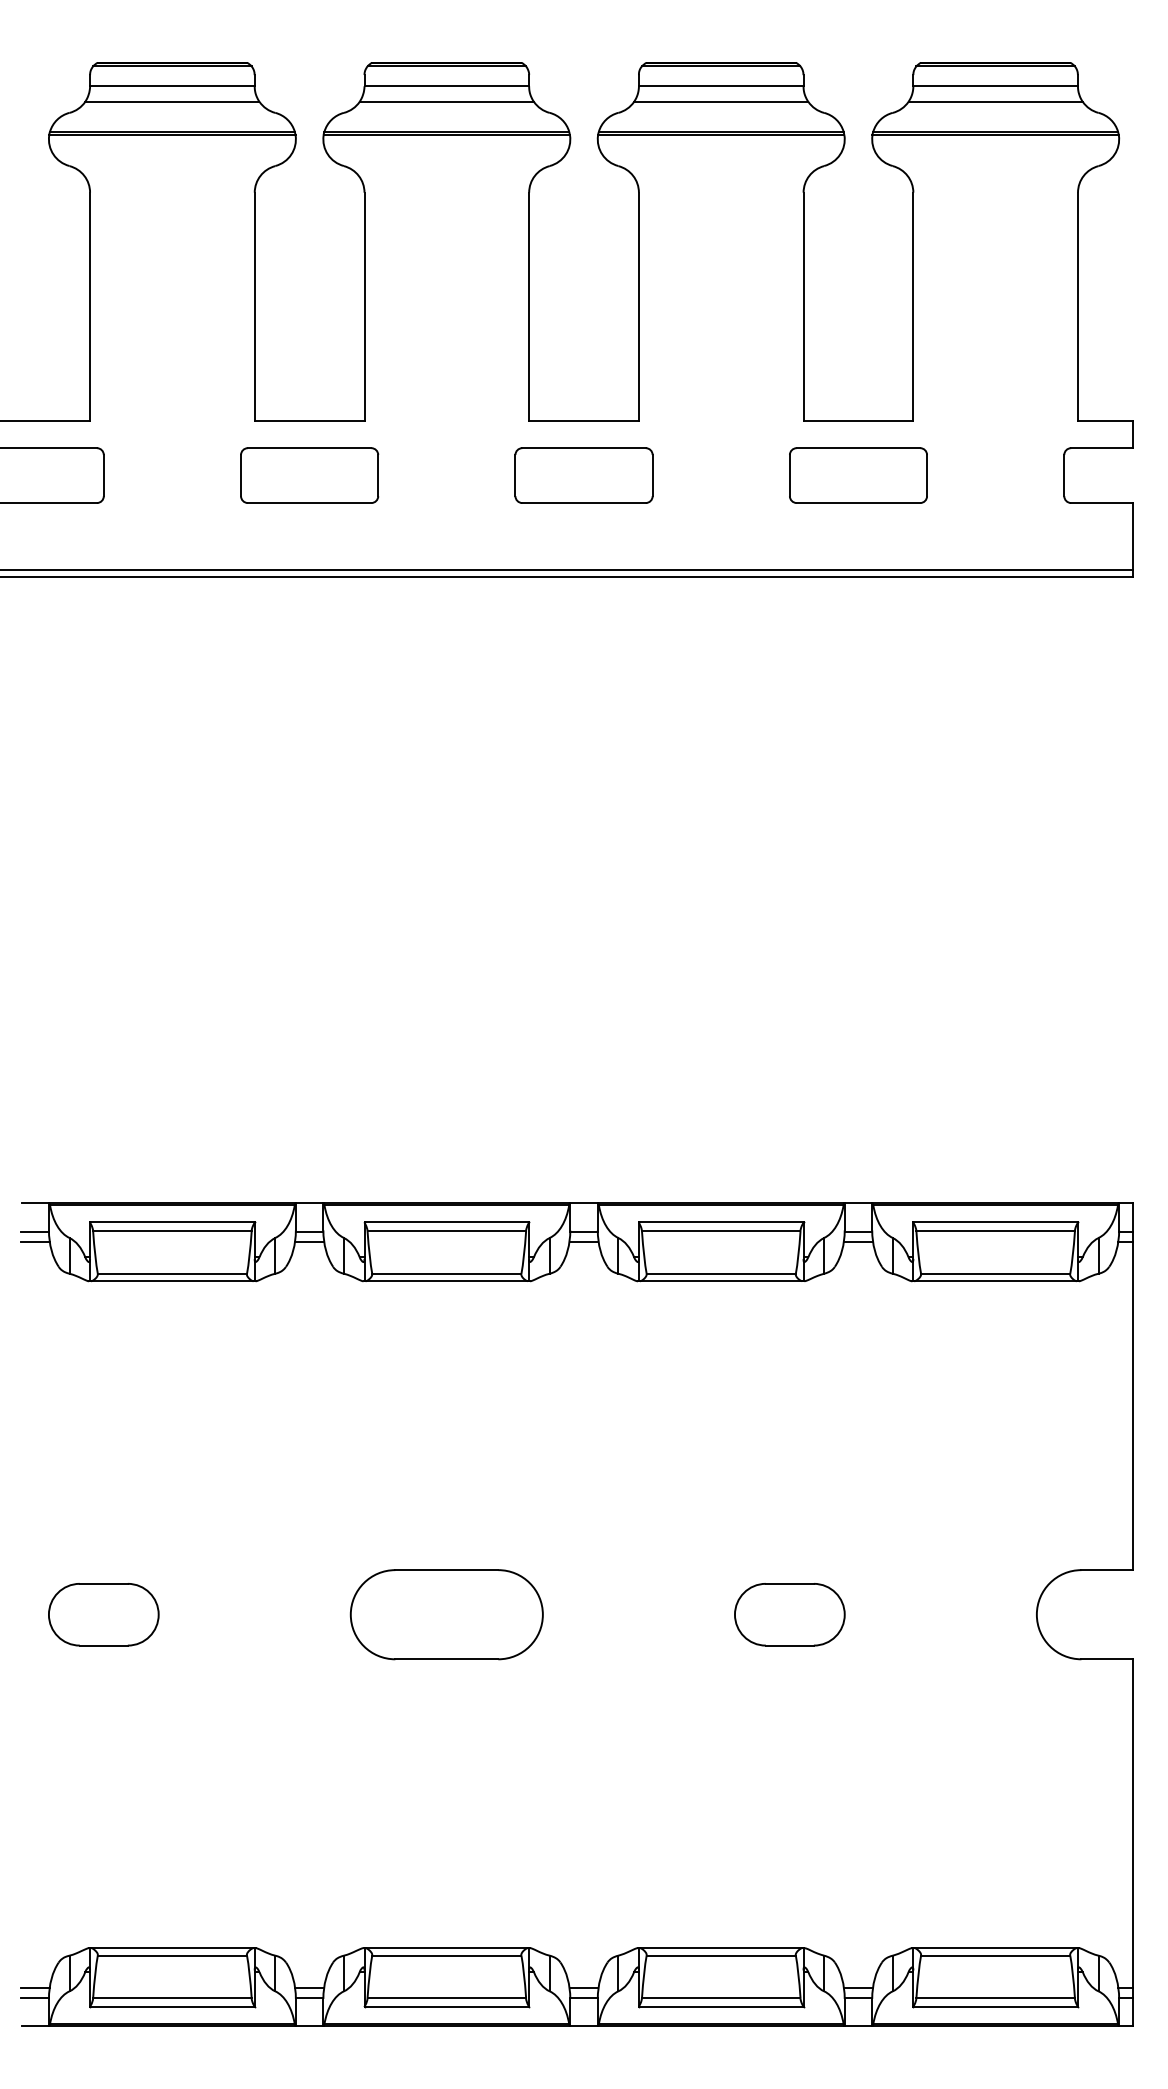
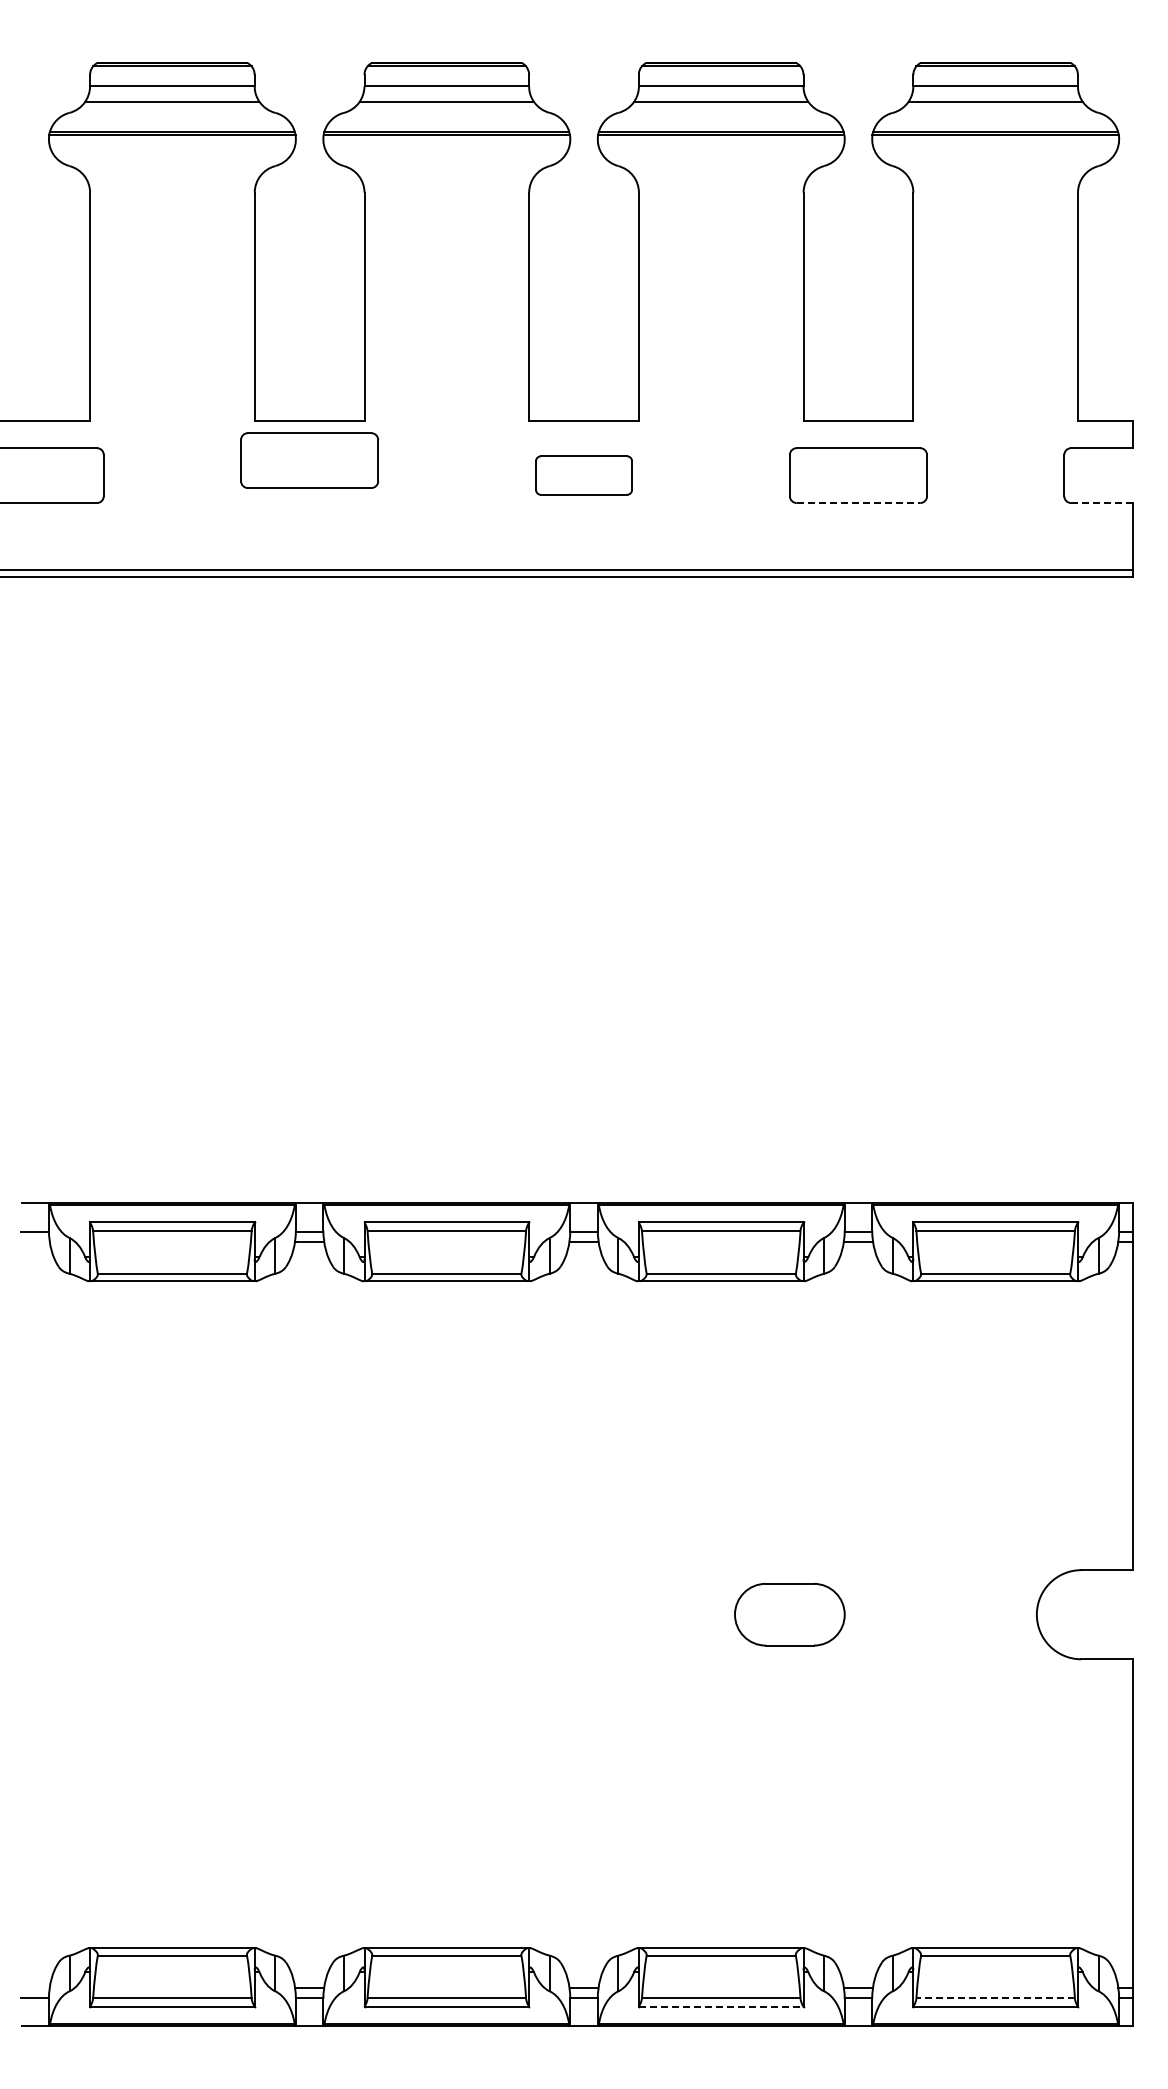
part at (309, 475) position: (309, 475) -> (309, 460)
part at (583, 475) size: 140x57 px -> 98x41 px
line at (858, 503): solid -> dashed
line at (1102, 503): solid -> dashed
line at (34, 1241): present -> none
part at (103, 1614): present -> none
part at (446, 1614): present -> none
line at (34, 1987): present -> none
line at (995, 1998): solid -> dashed
line at (721, 2007): solid -> dashed
